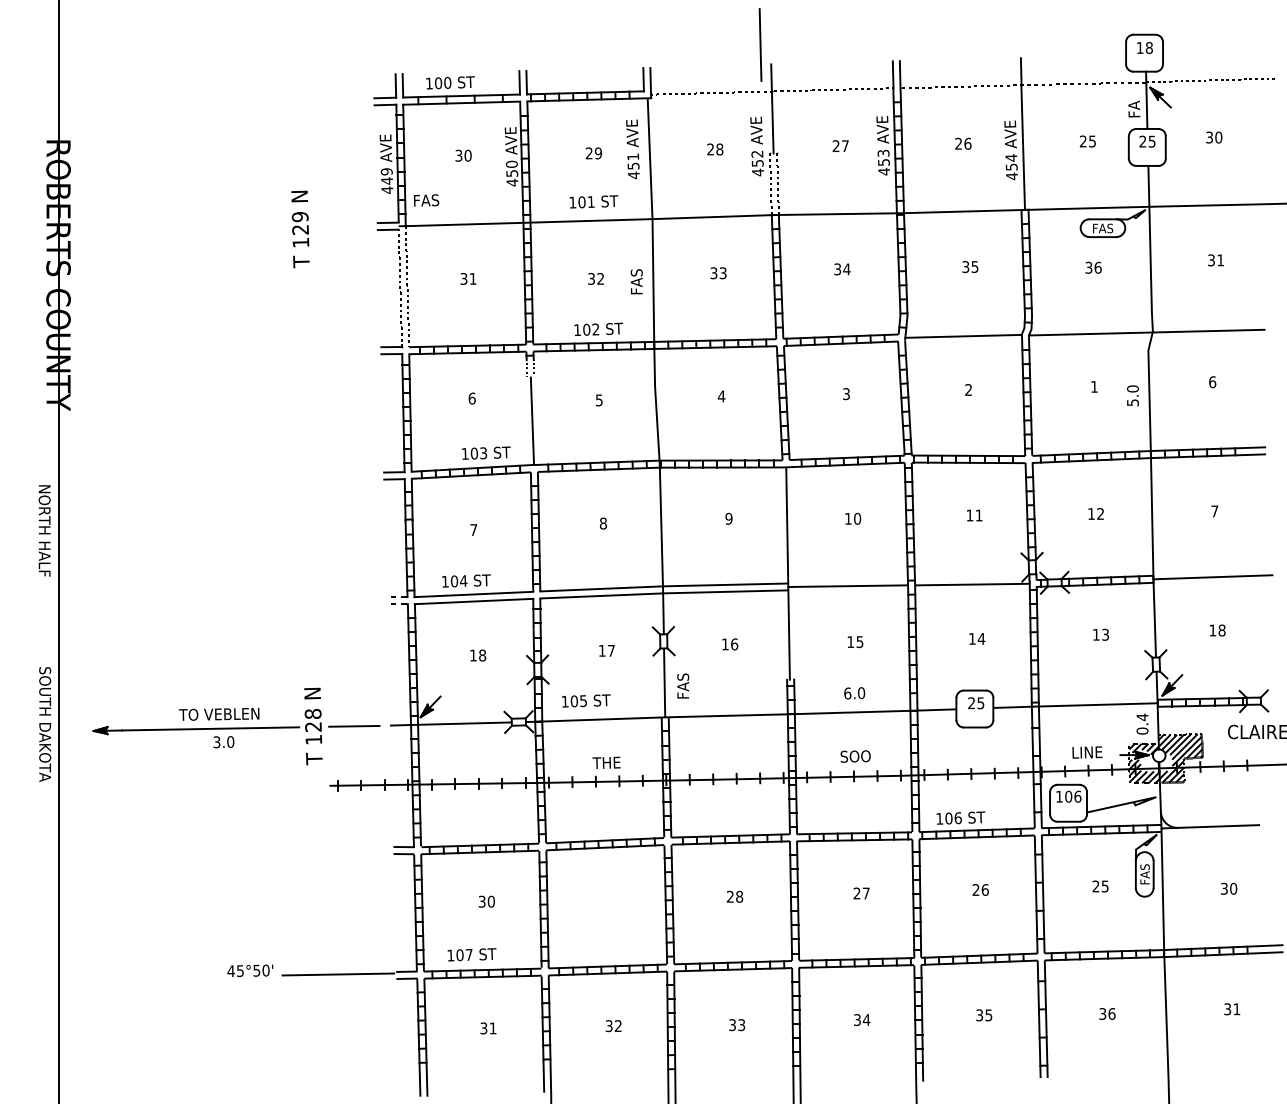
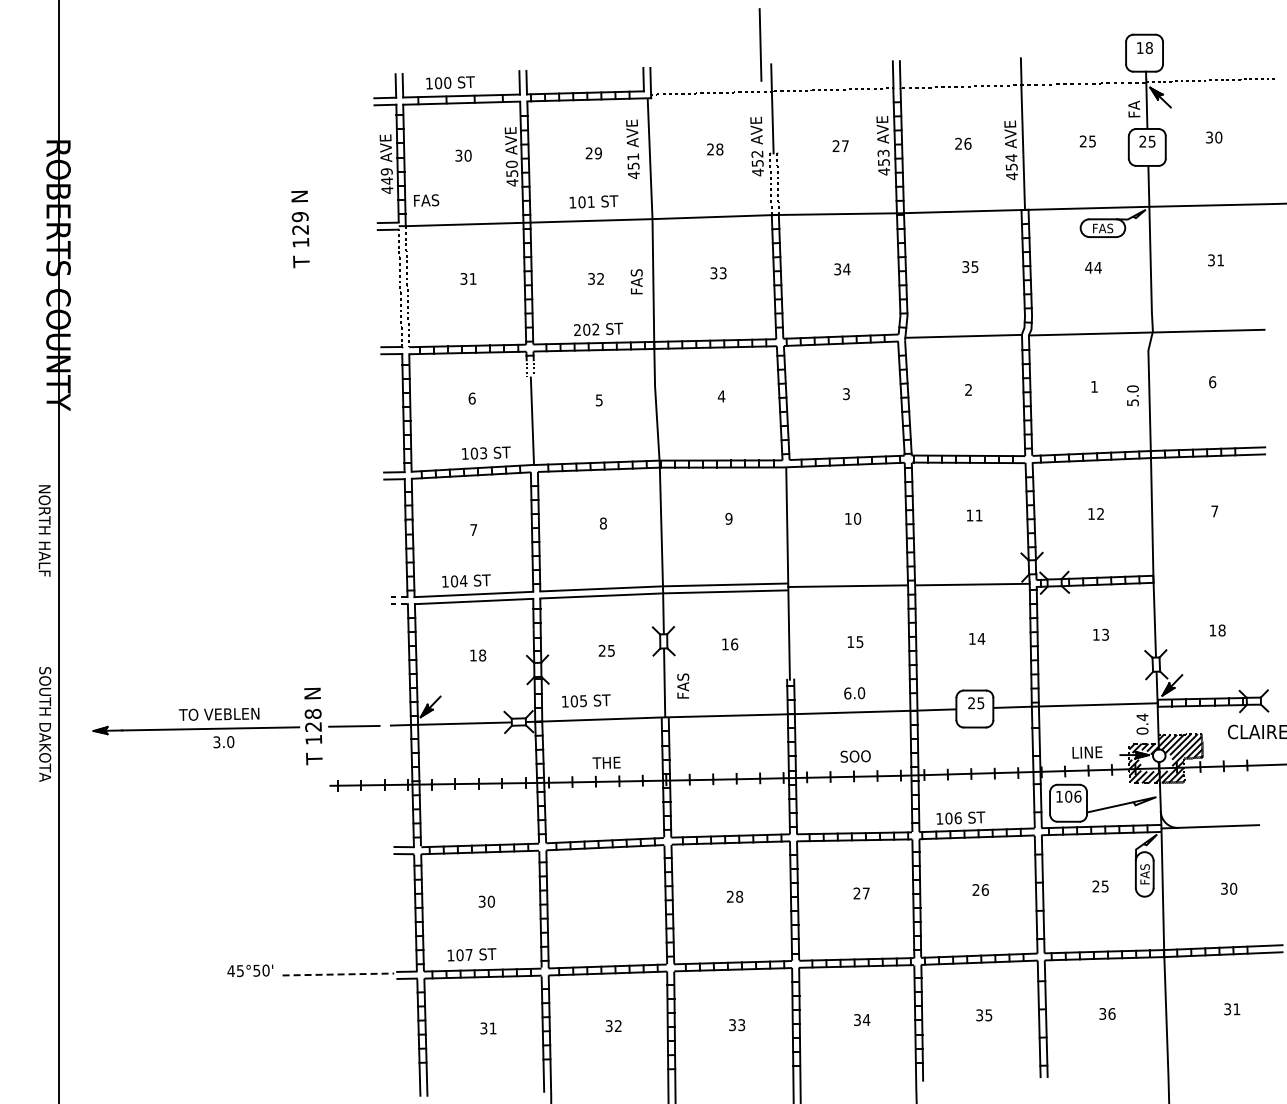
text at (1093, 267): 36 -> 44
text at (577, 330): 102 -> 202
line at (1212, 577): present -> none
text at (606, 650): 17 -> 25
line at (338, 974): solid -> dashed
